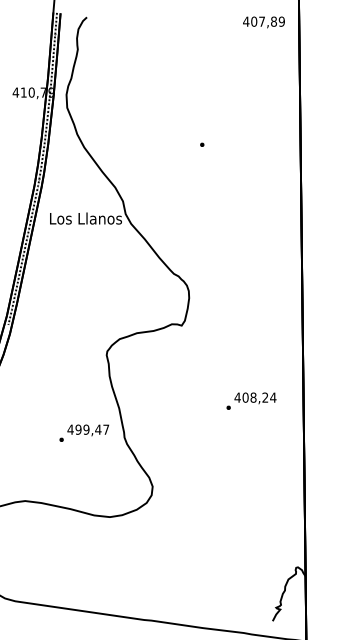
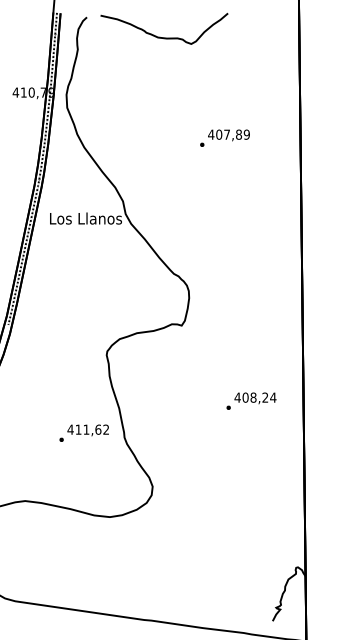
text at (263, 22) position: (263, 22) -> (228, 135)
curve at (160, 36): none -> present
text at (92, 429): 499,47 -> 411,62
